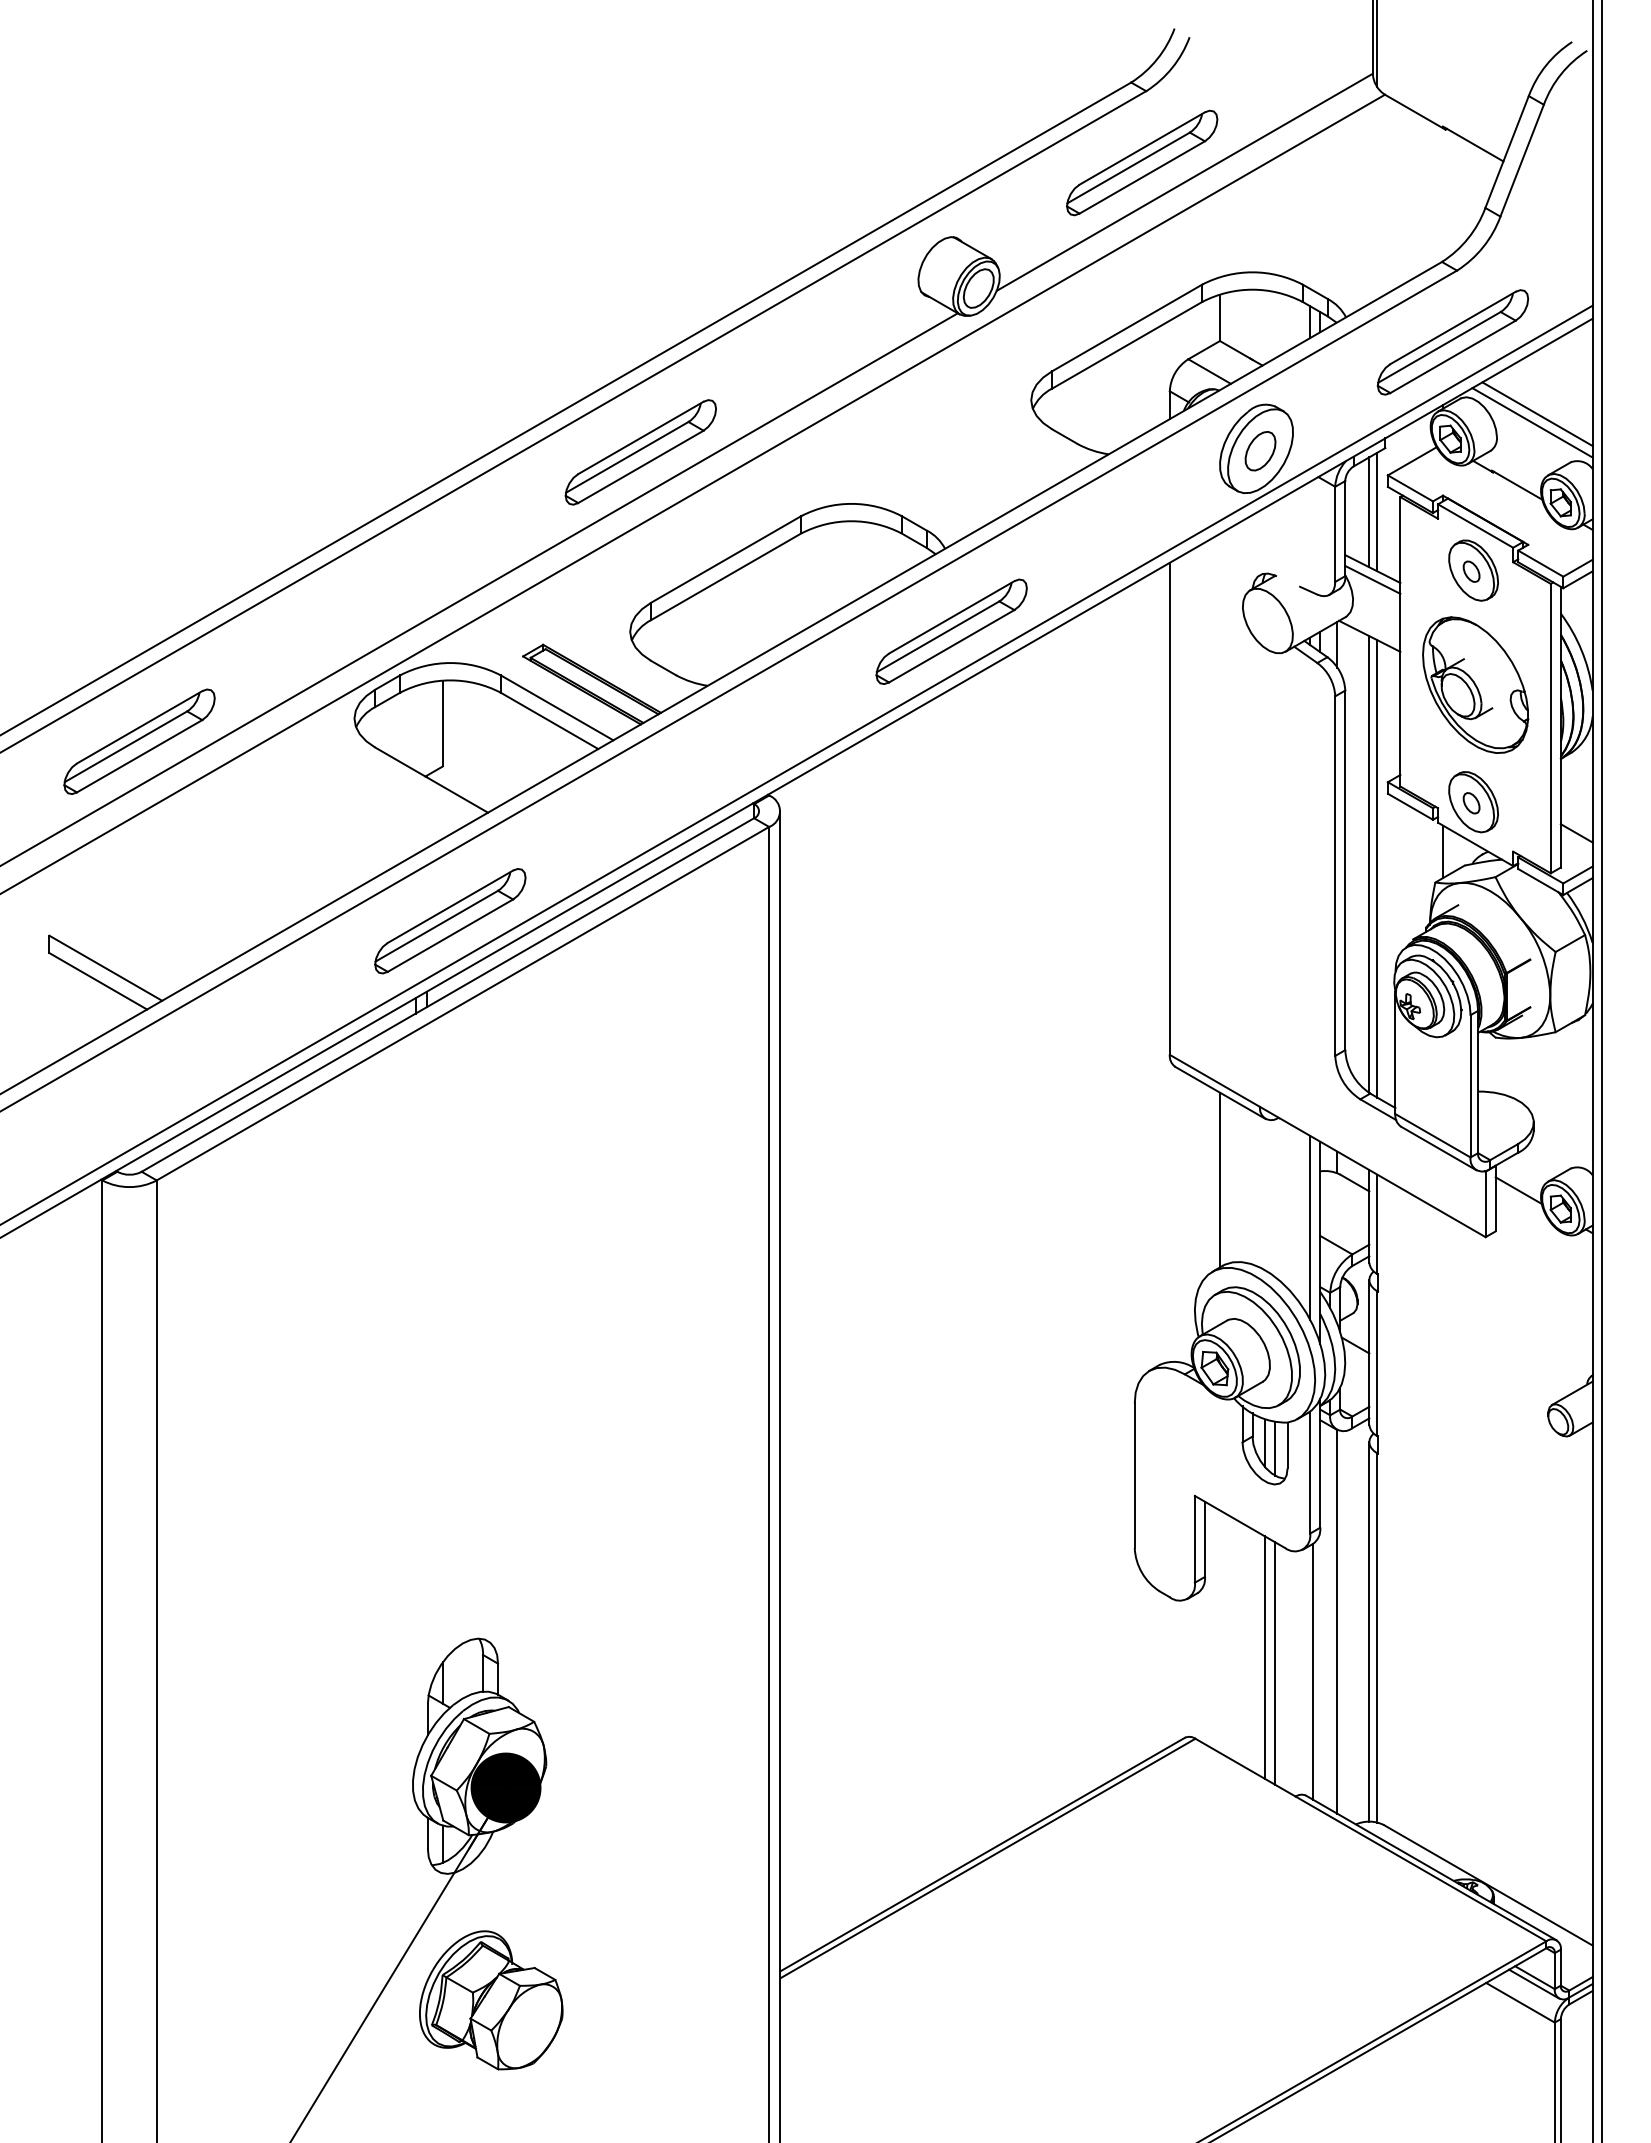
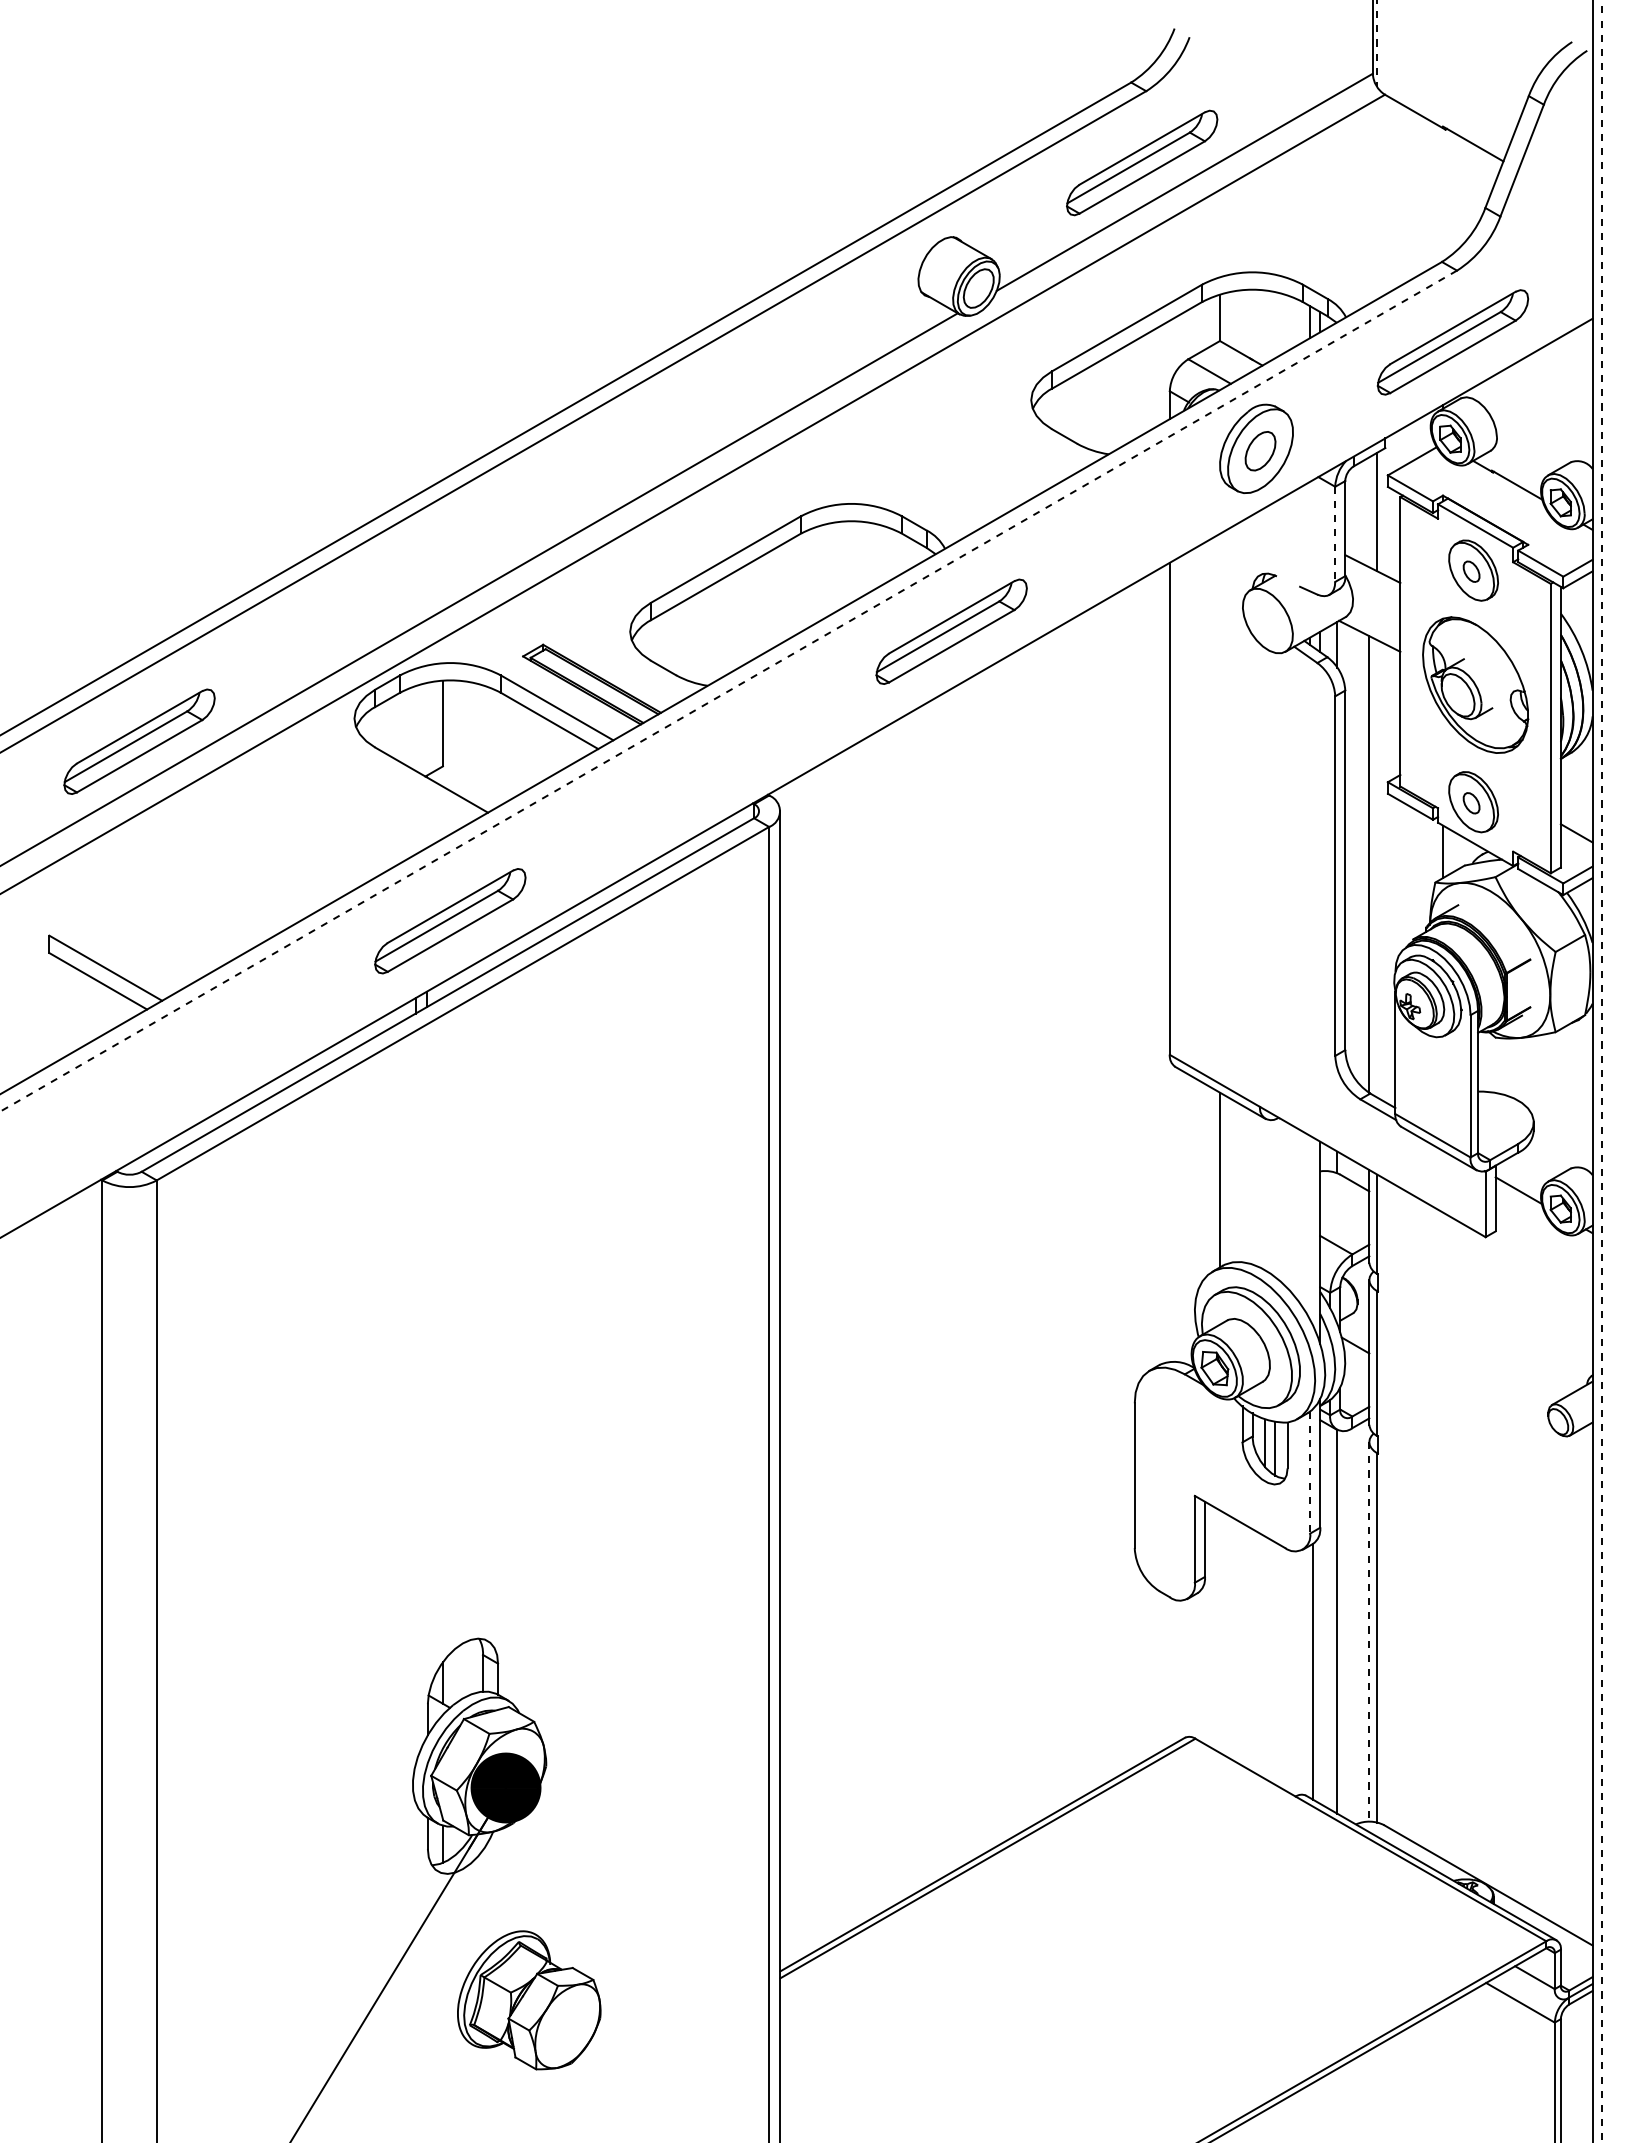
line at (1377, 44): solid -> dashed
line at (1537, 413): present -> none
line at (1532, 422): present -> none
part at (640, 452): present -> none
line at (1369, 512): present -> none
line at (1335, 534): solid -> dashed
line at (1372, 579): present -> none
line at (728, 691): solid -> dashed
line at (797, 764): present -> none
line at (1377, 868): present -> none
line at (1601, 1071): solid -> dashed
line at (1310, 1227): present -> none
line at (1310, 1472): solid -> dashed
line at (1369, 1631): solid -> dashed
line at (1265, 1657): present -> none
line at (1275, 1663): present -> none
line at (1534, 1983): present -> none
part at (491, 2000) position: (491, 2000) -> (529, 2000)
